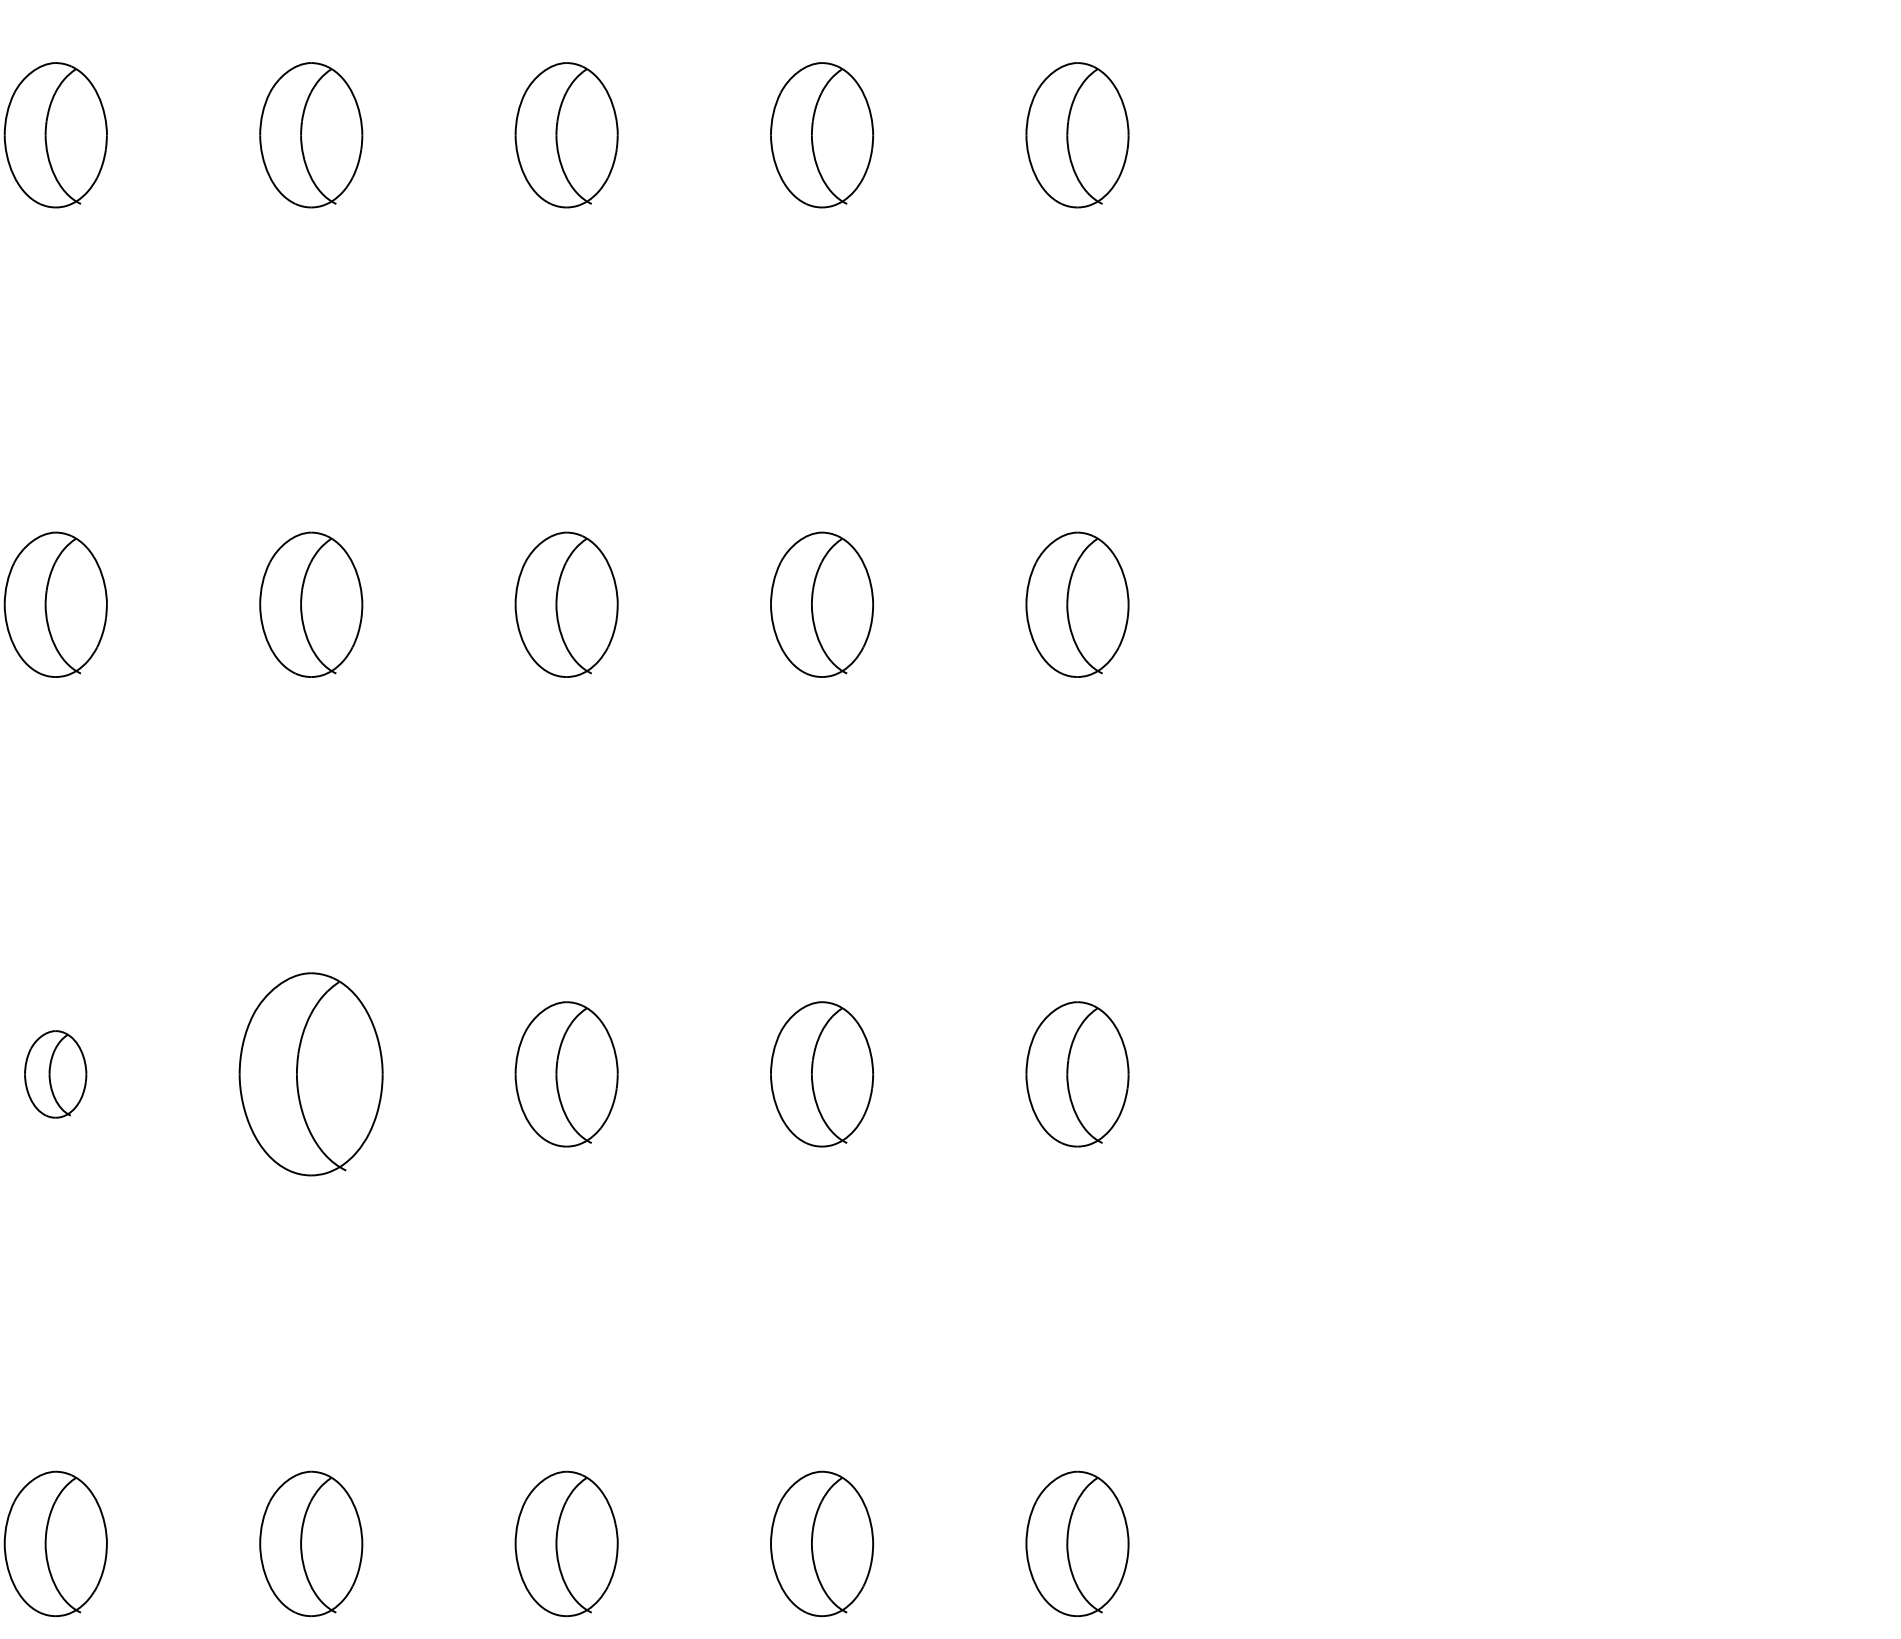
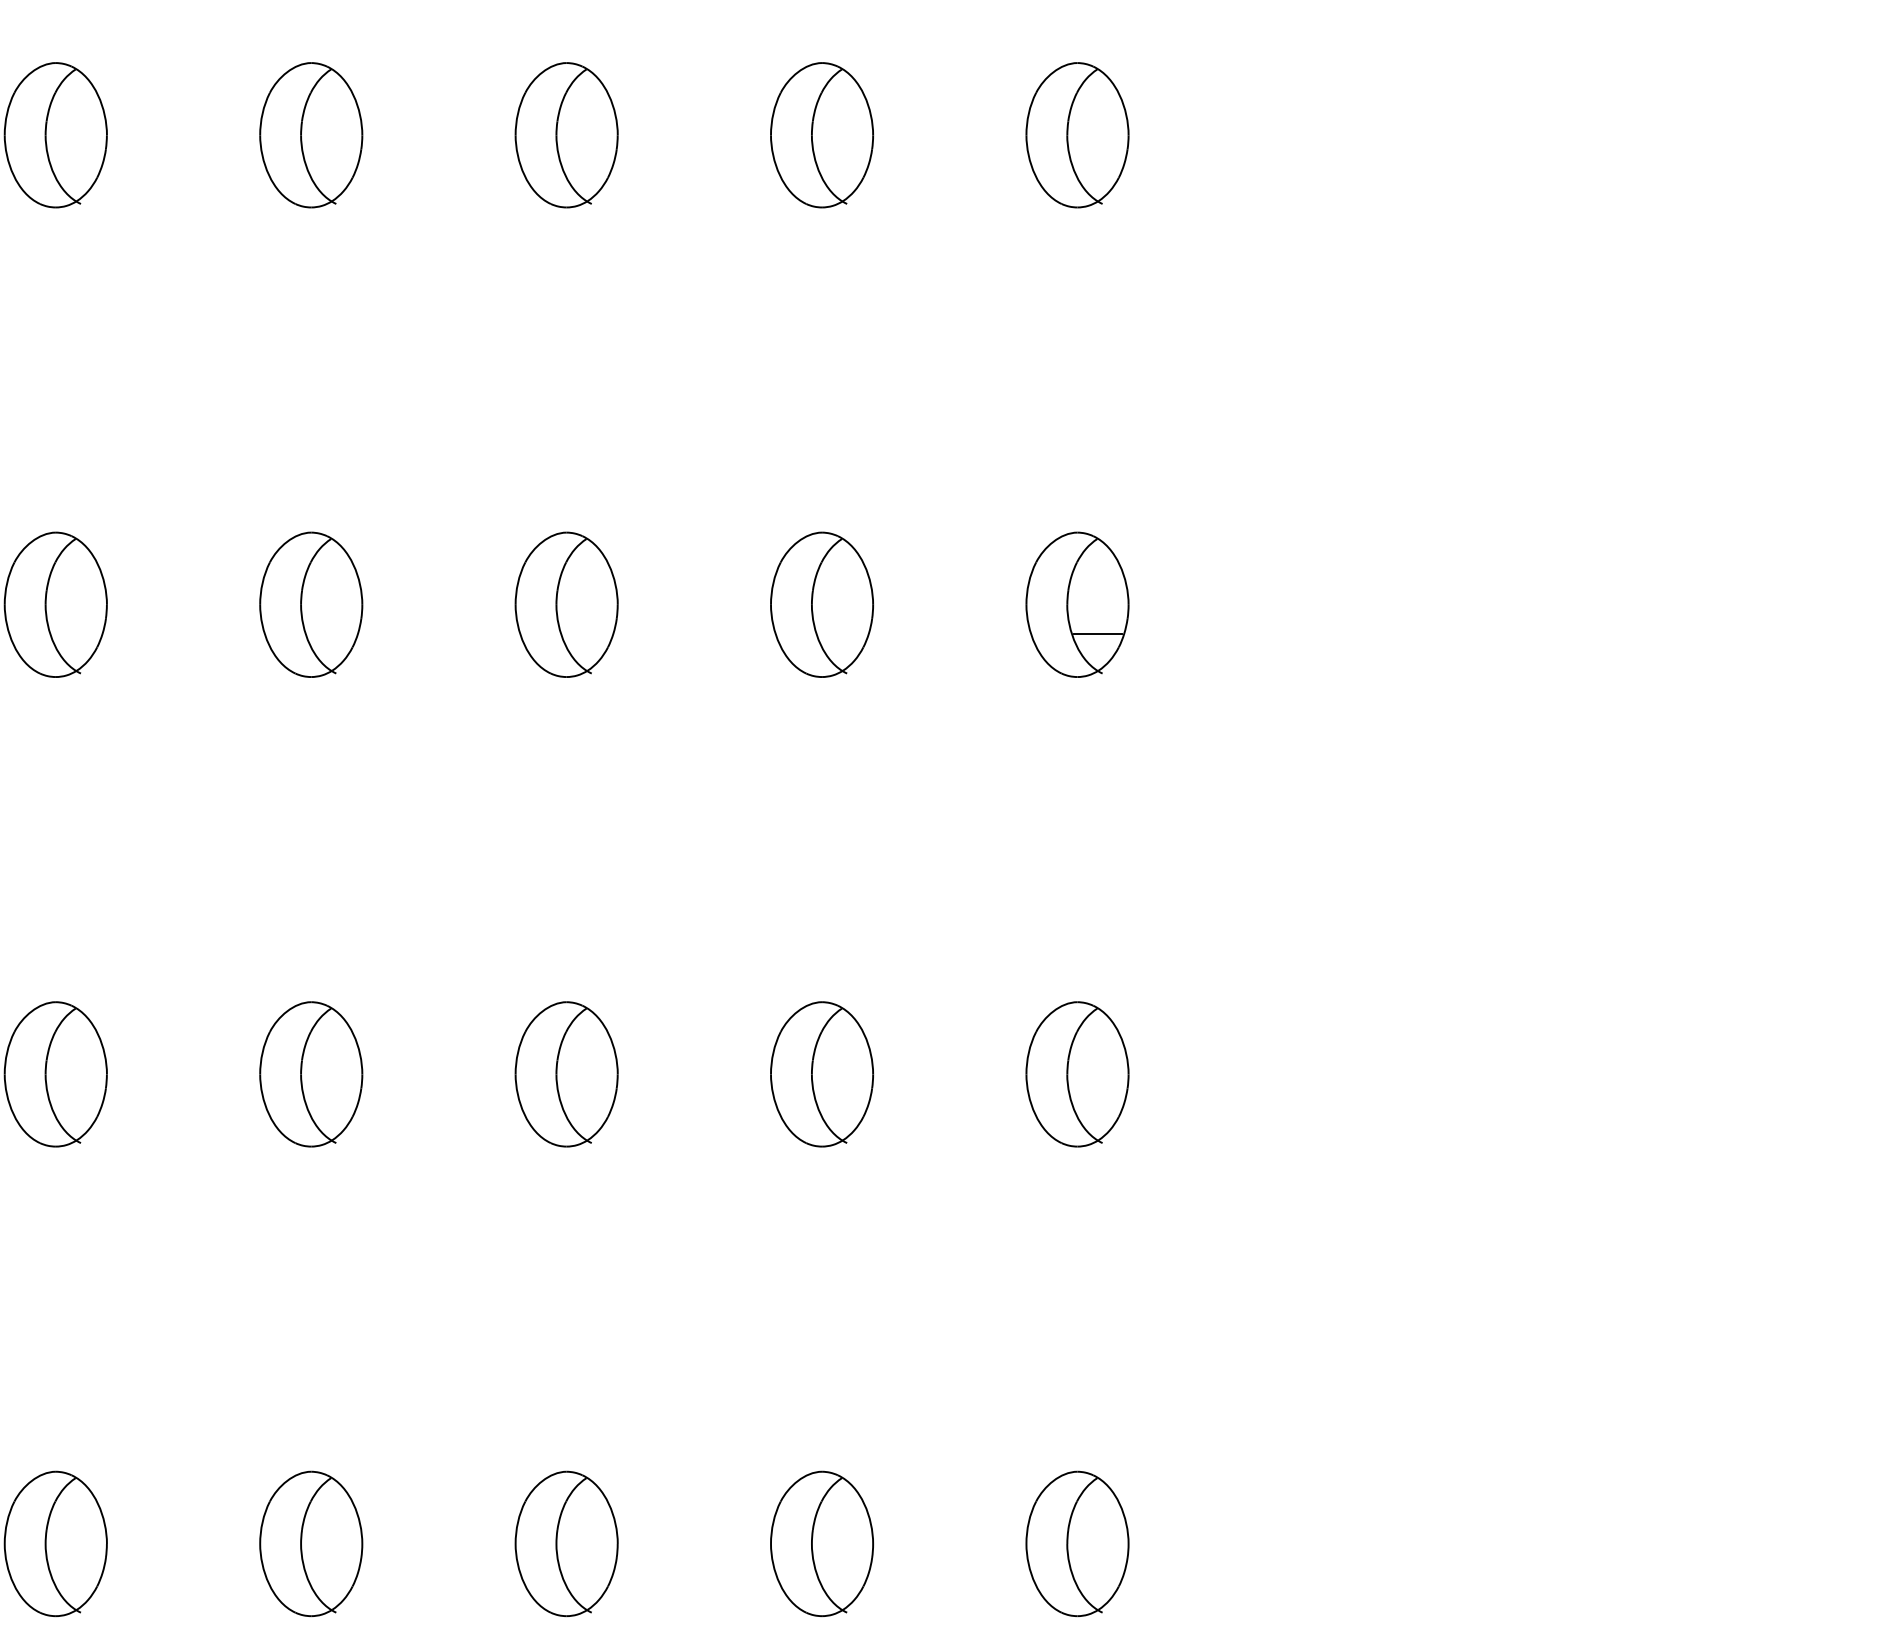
line at (1097, 633): none -> present
part at (55, 1074) size: 64x89 px -> 105x147 px
part at (310, 1074) size: 146x205 px -> 105x147 px
